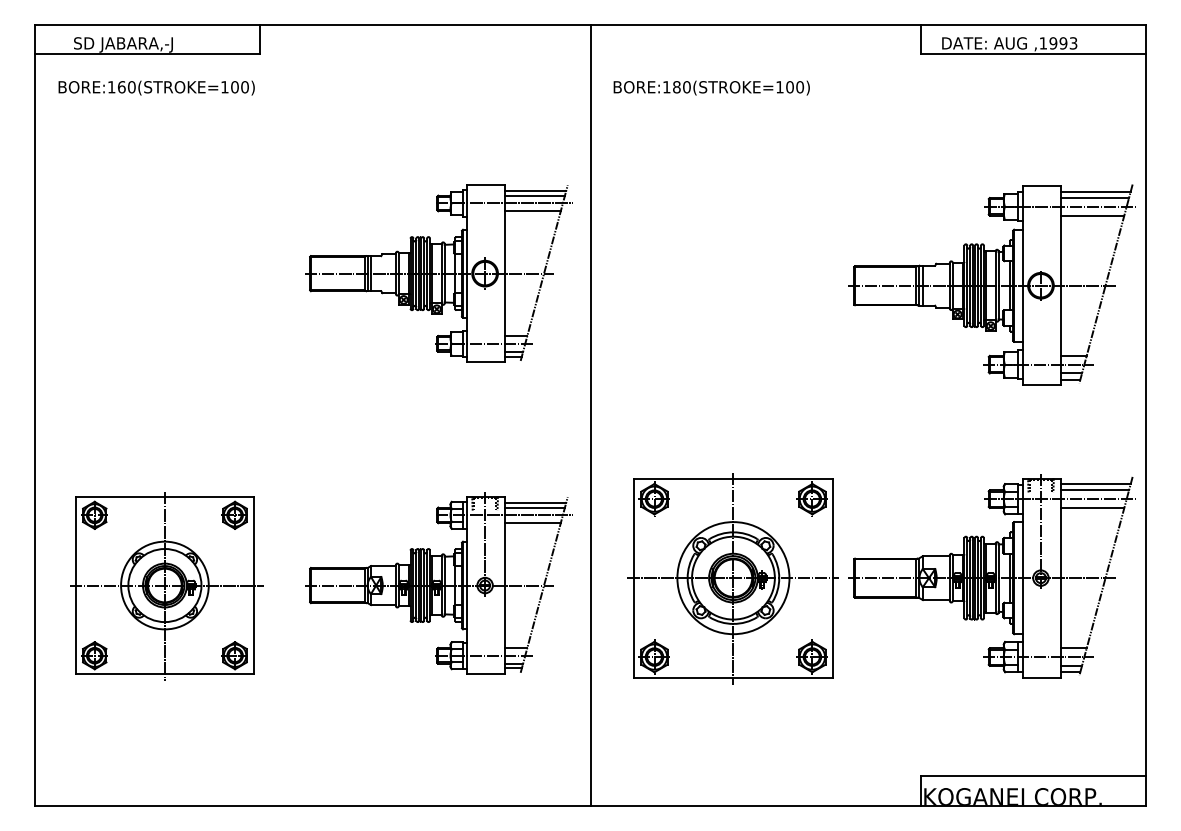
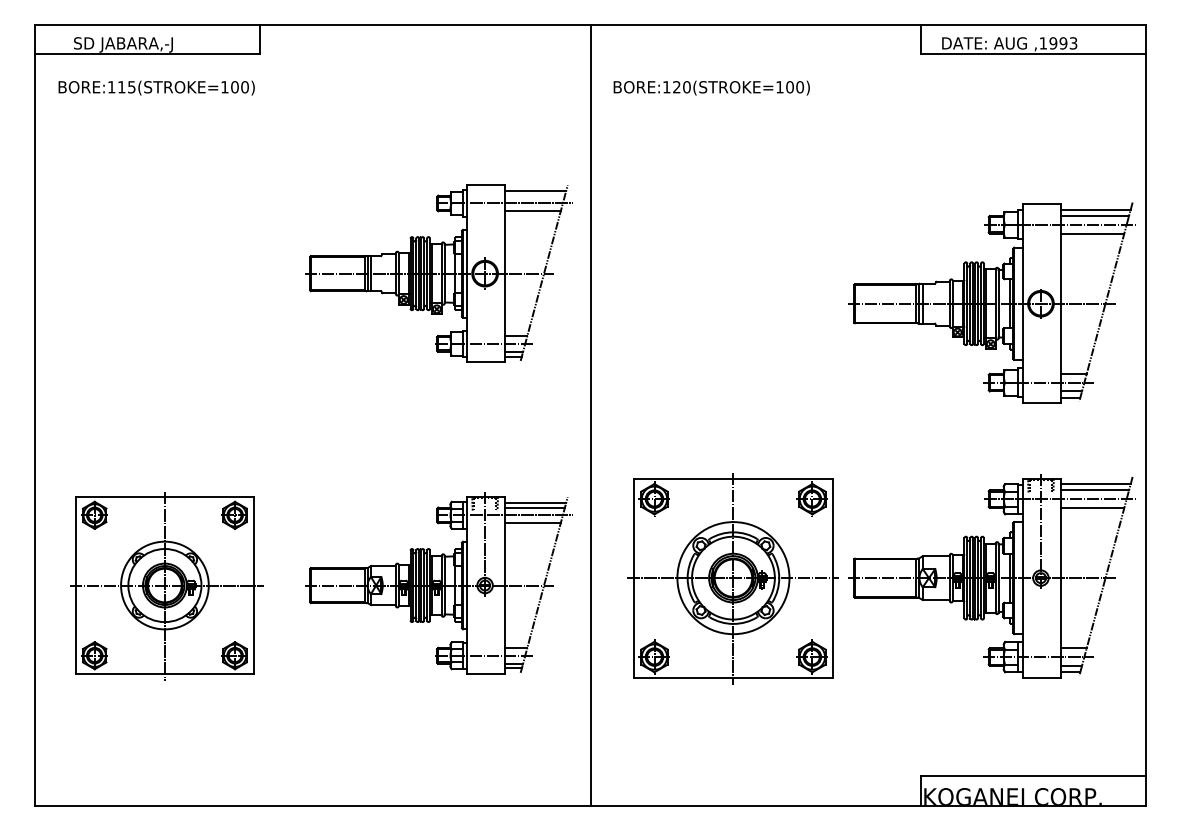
text at (126, 87): BORE:160(STROKE=100) -> BORE:115(STROKE=100)
text at (676, 87): BORE:180(STROKE=100) -> BORE:120(STROKE=100)
line at (534, 195): present -> none
part at (991, 284) position: (991, 284) -> (991, 302)
